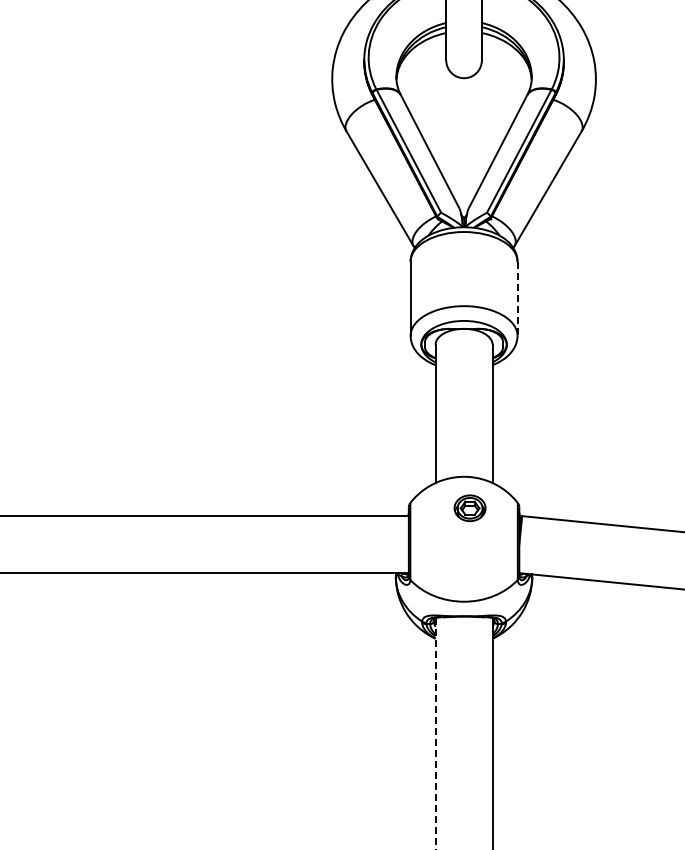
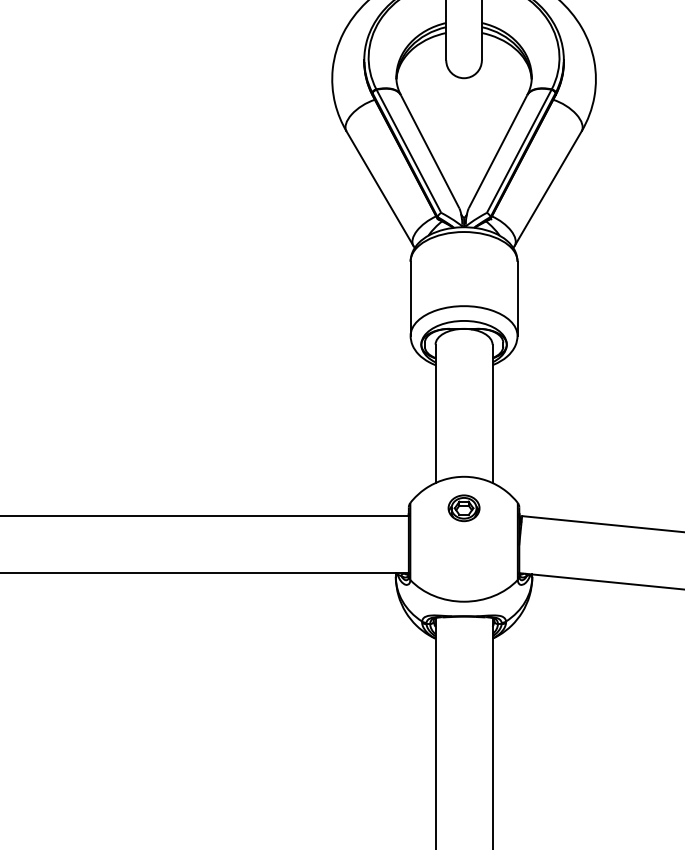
line at (517, 299): dashed -> solid
part at (469, 508) position: (469, 508) -> (463, 508)
line at (435, 733): dashed -> solid
